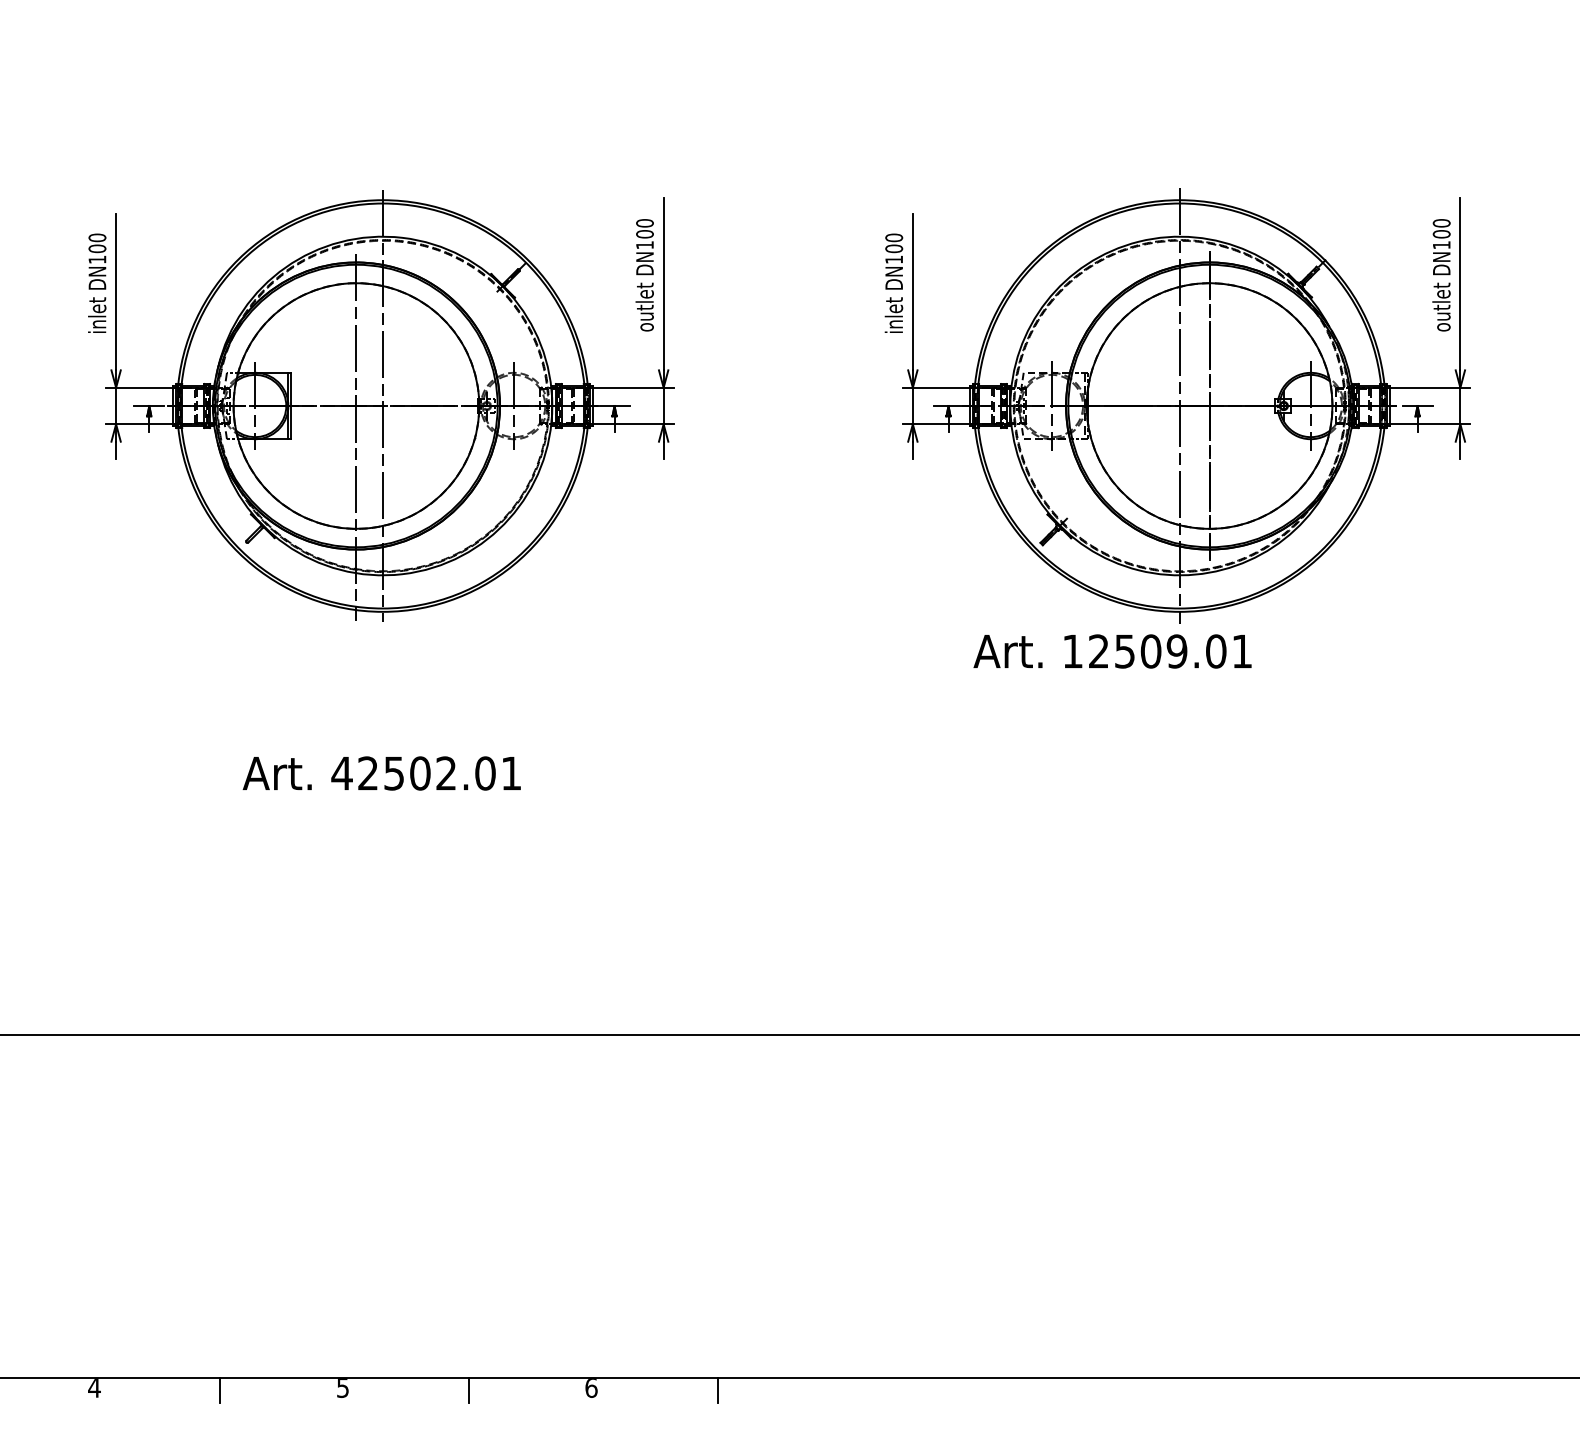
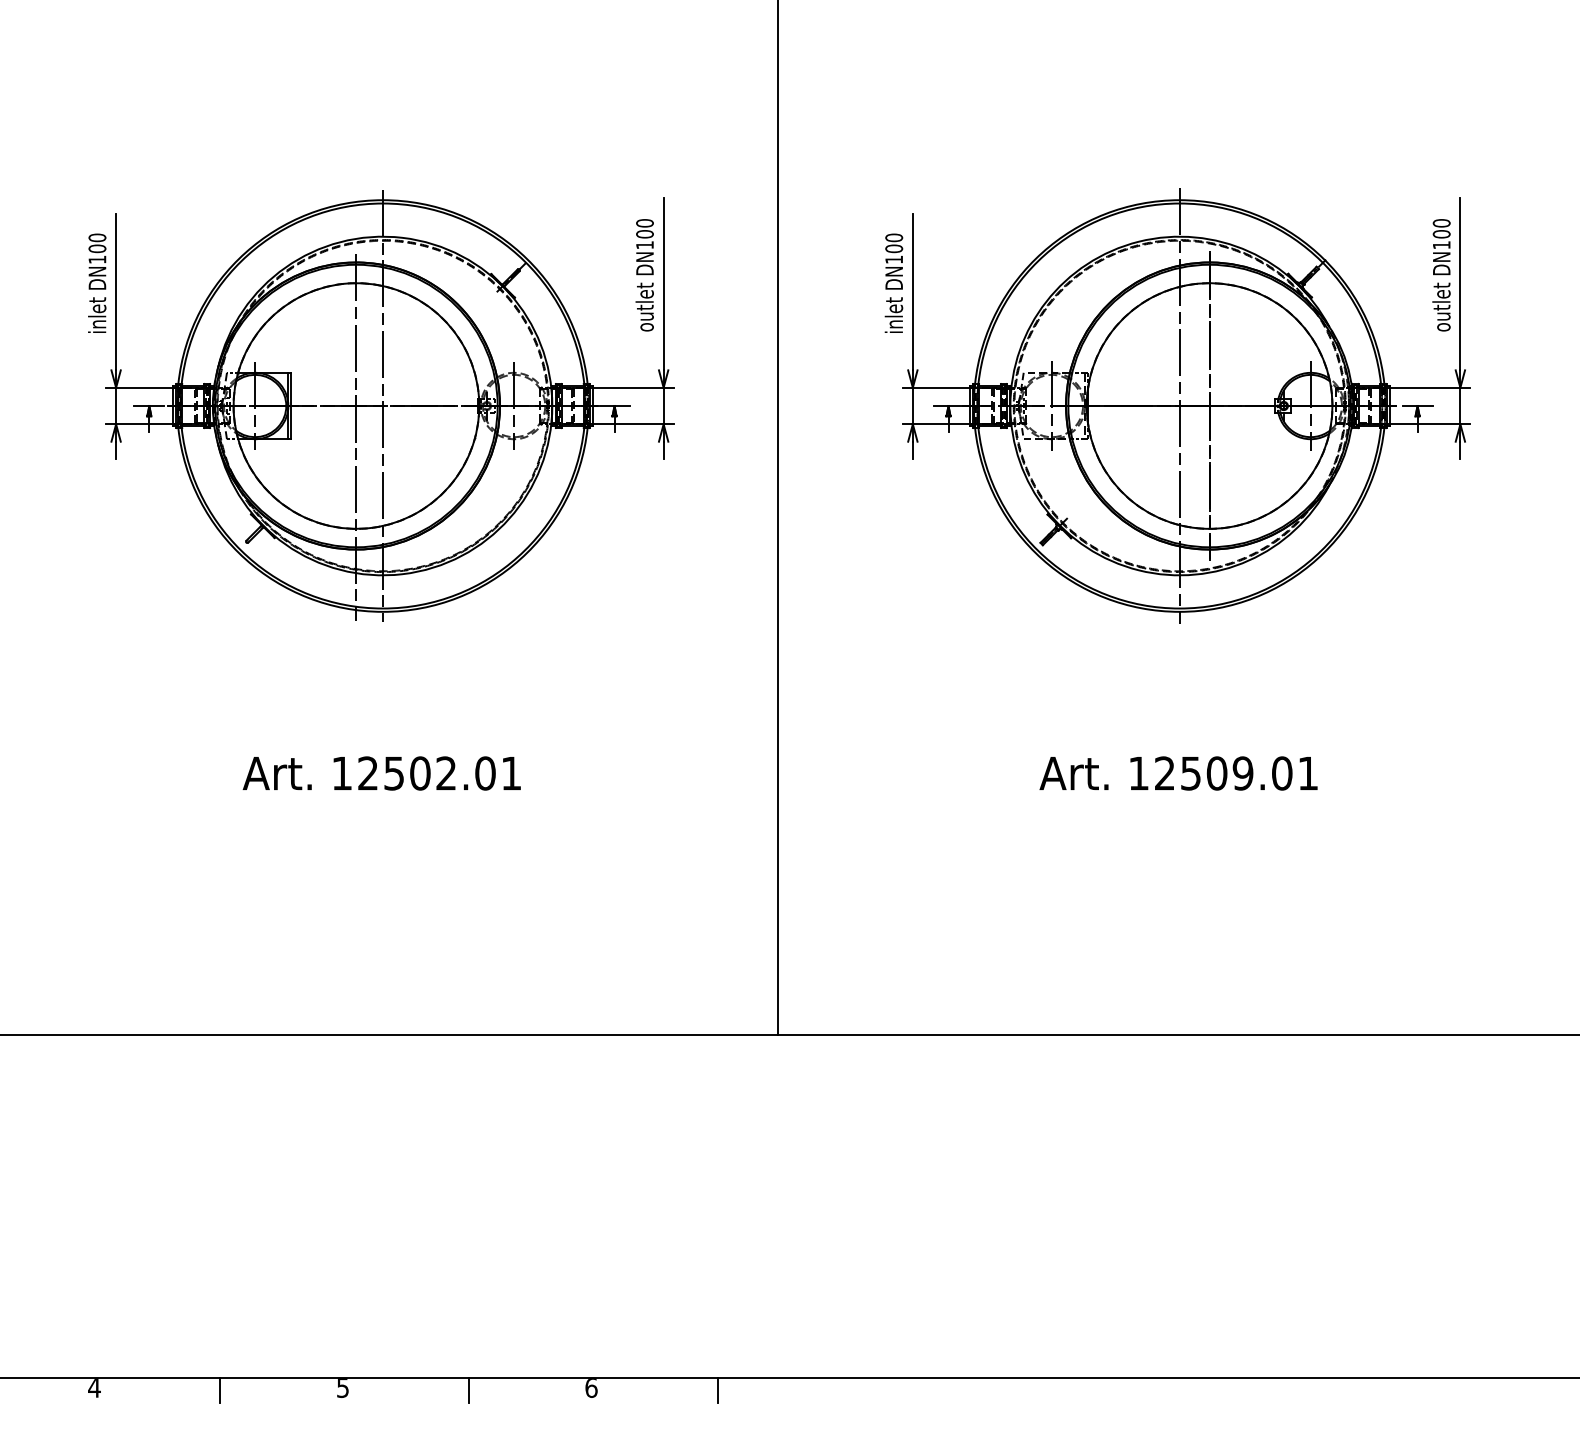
line at (777, 518): none -> present
text at (1112, 651) position: (1112, 651) -> (1178, 773)
text at (341, 773): 42502.01 -> 12502.01
